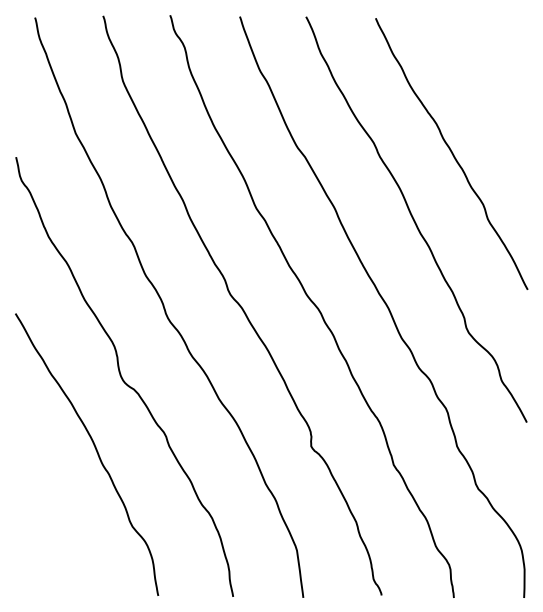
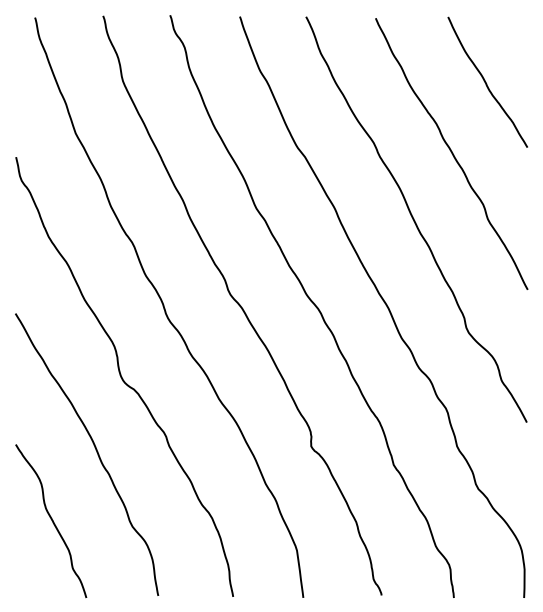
curve at (486, 82): none -> present
curve at (51, 520): none -> present
